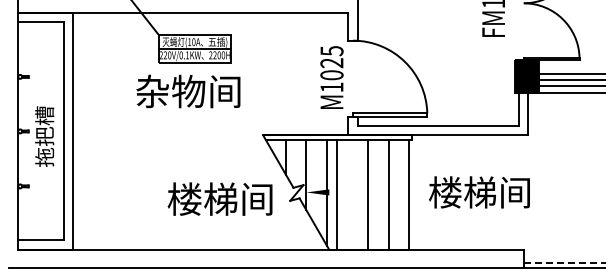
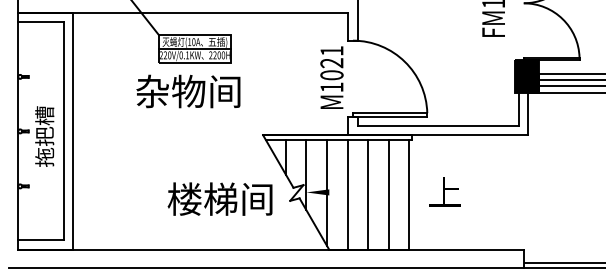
text at (331, 51): M1025 -> M1021
text at (479, 192): 楼梯间 -> 上
line at (336, 194) position: (336, 194) -> (347, 194)
line at (564, 263): dashed -> solid
